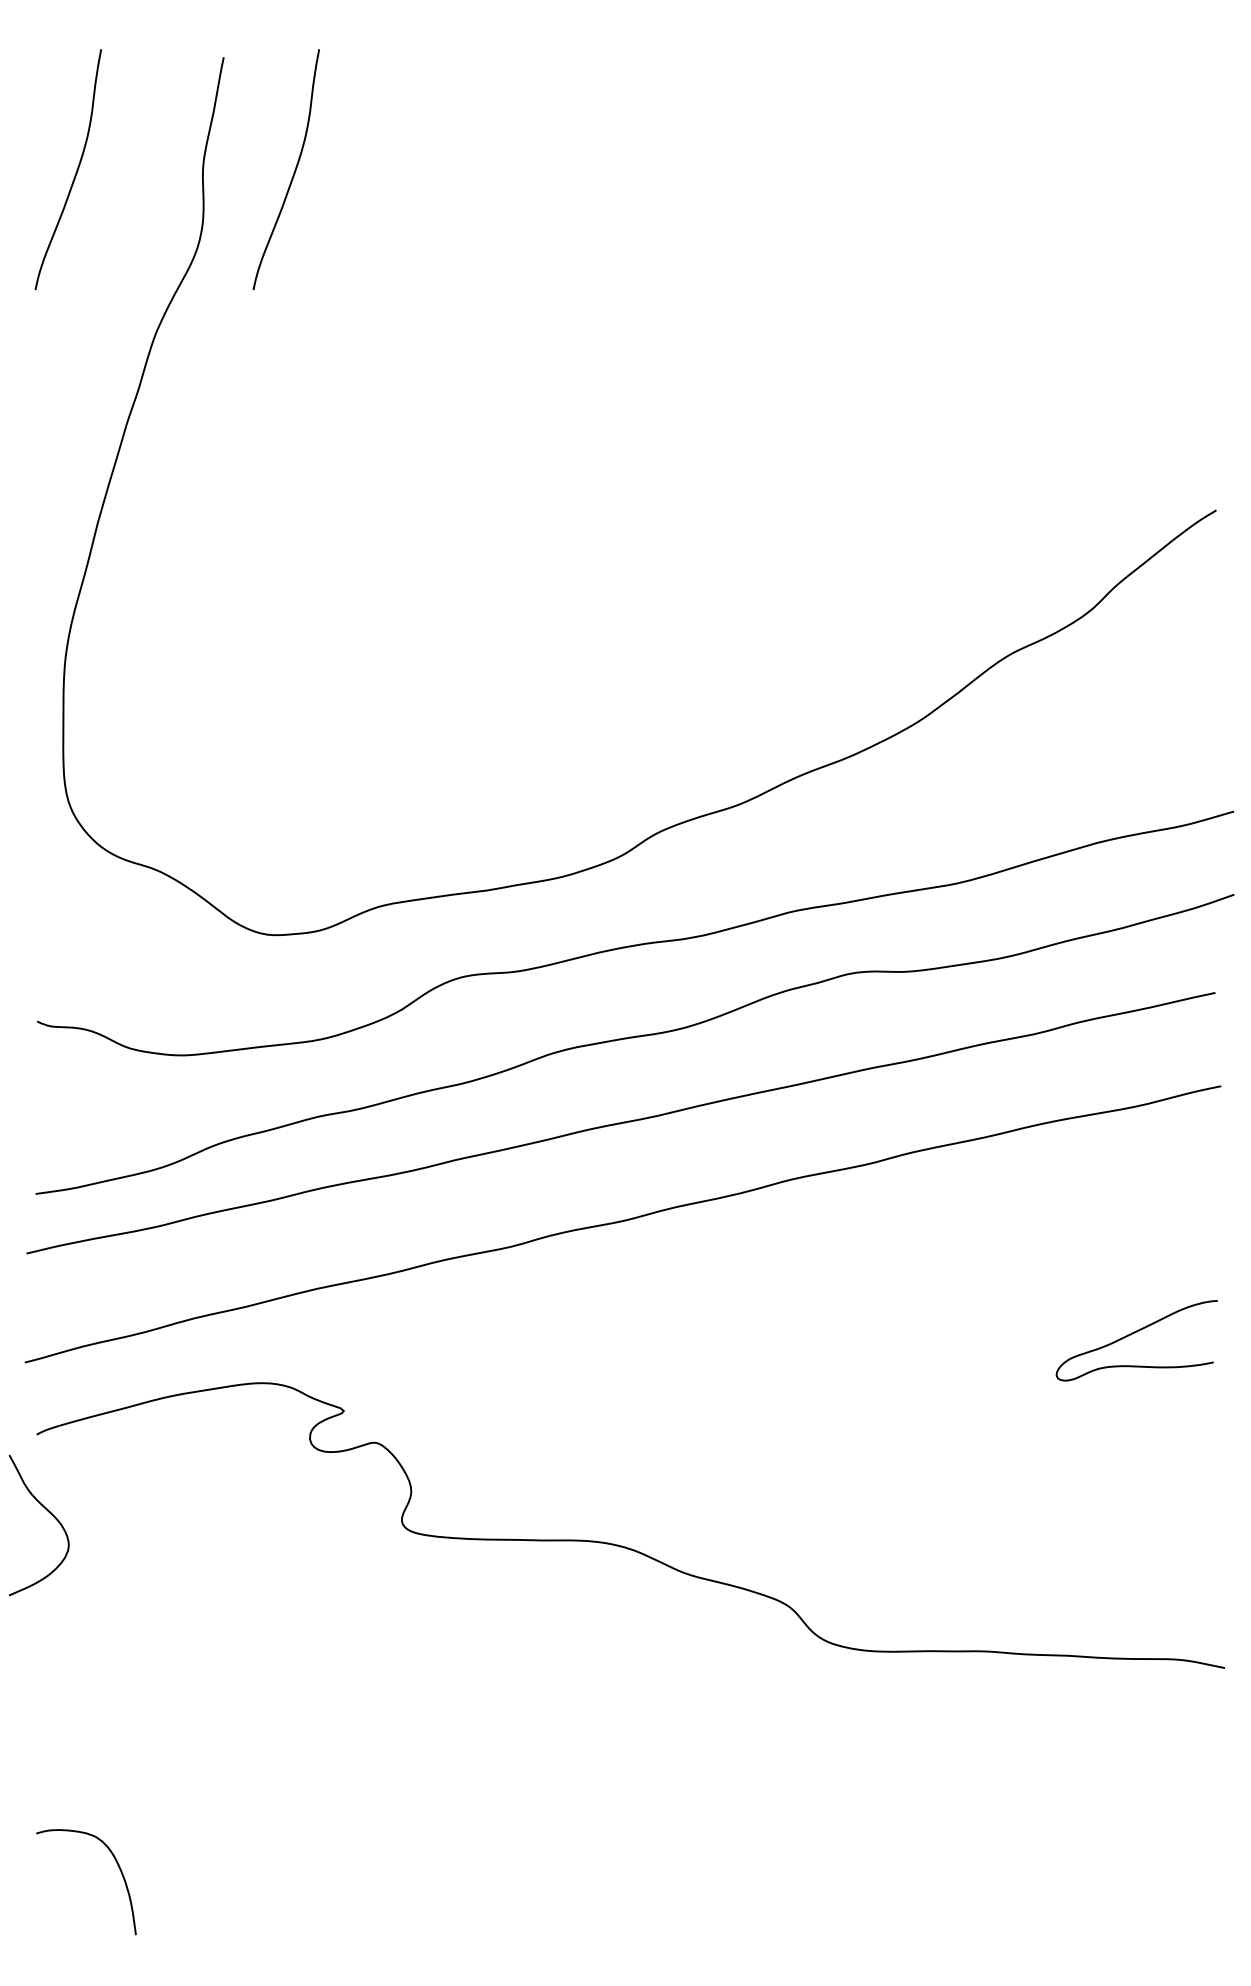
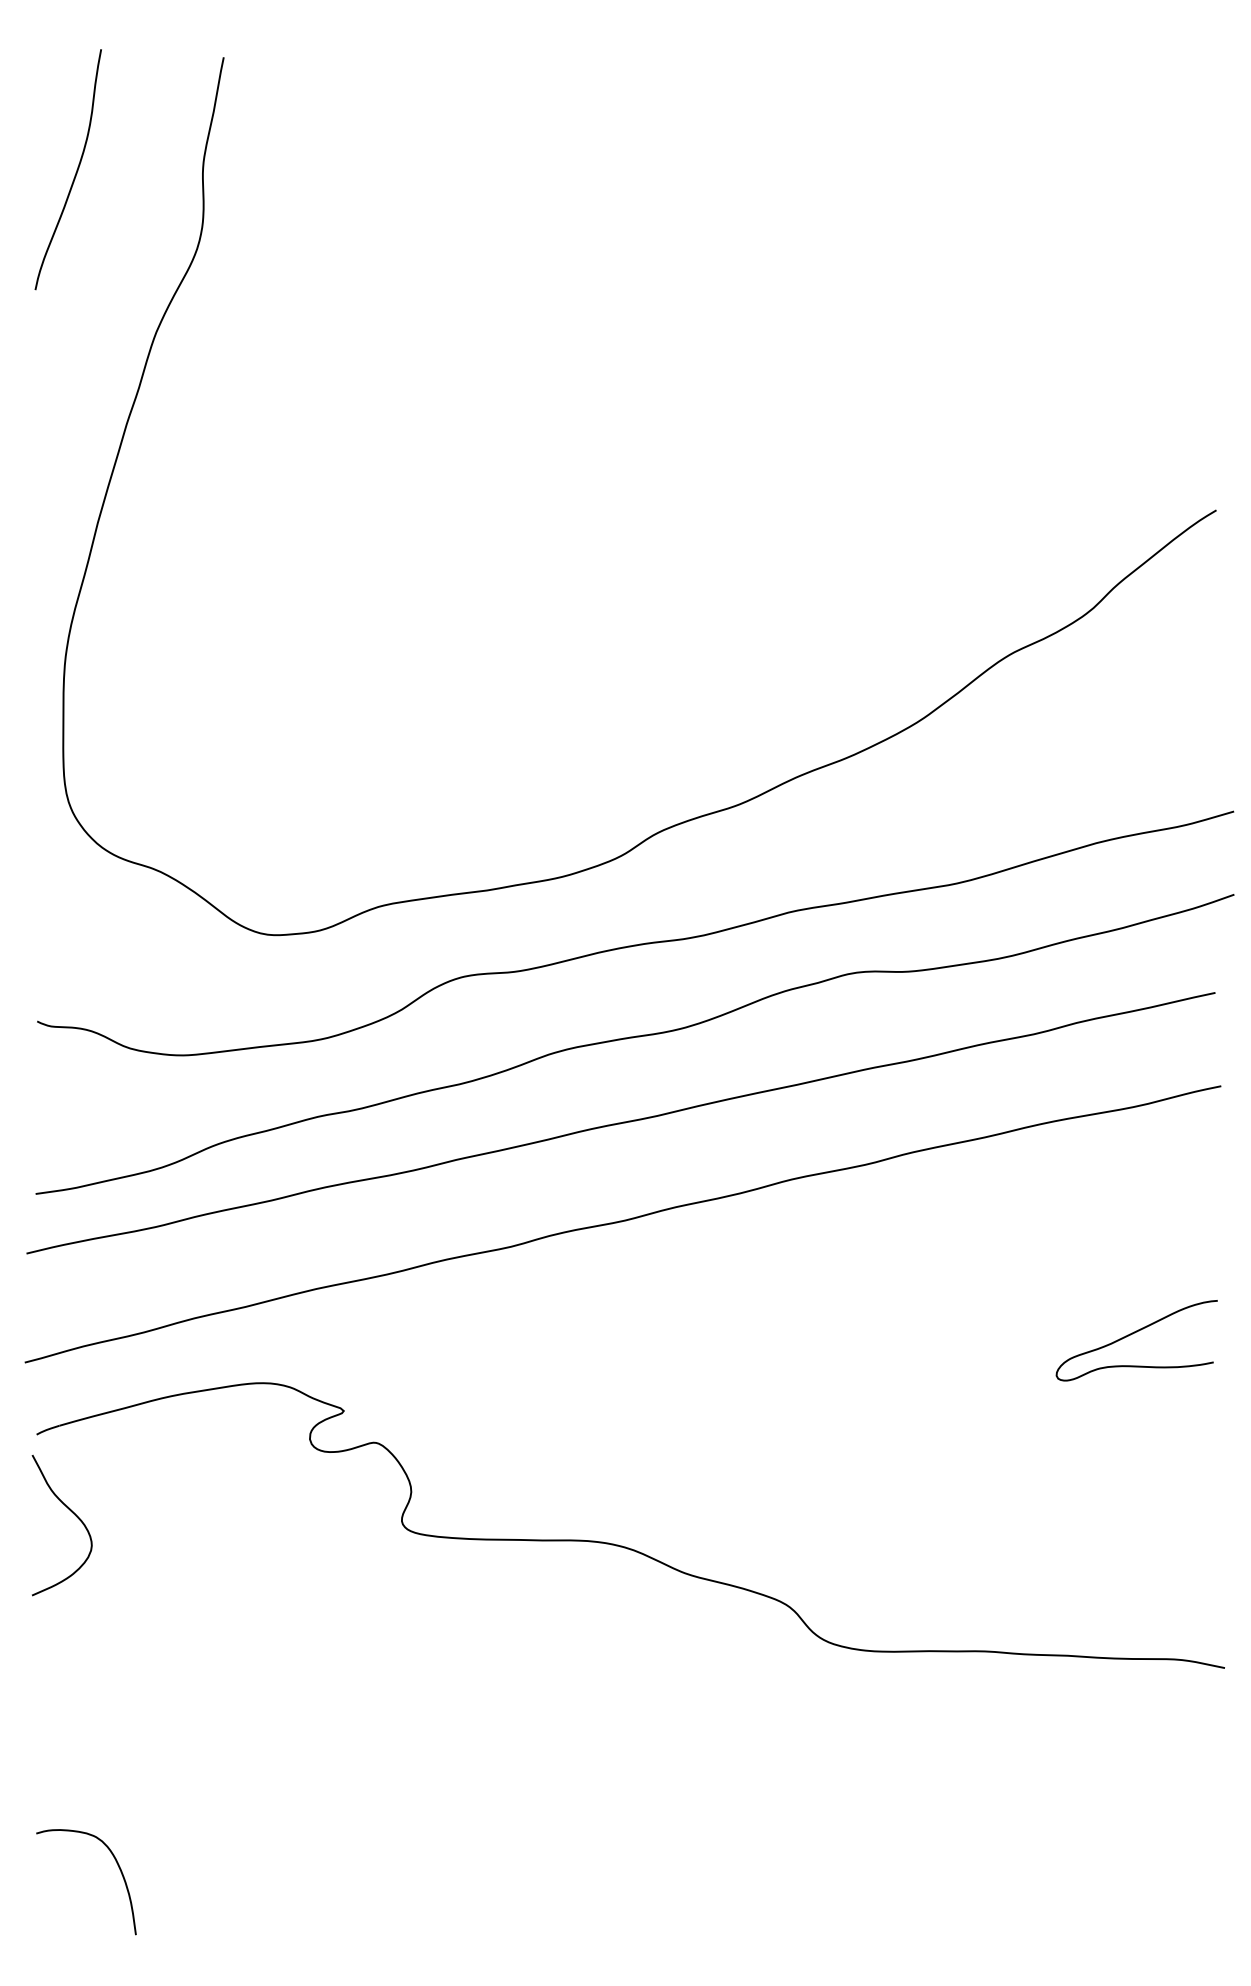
curve at (293, 172): present -> none
curve at (49, 1513) position: (49, 1513) -> (72, 1513)
